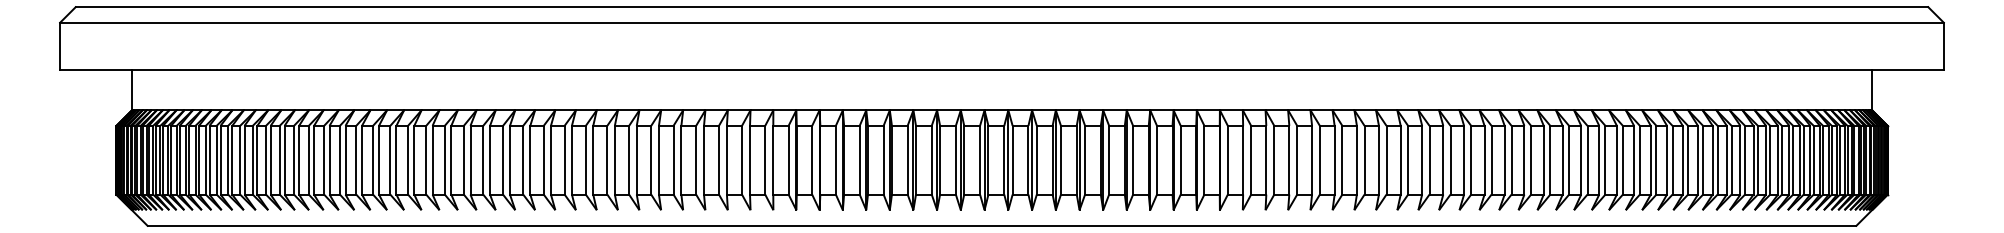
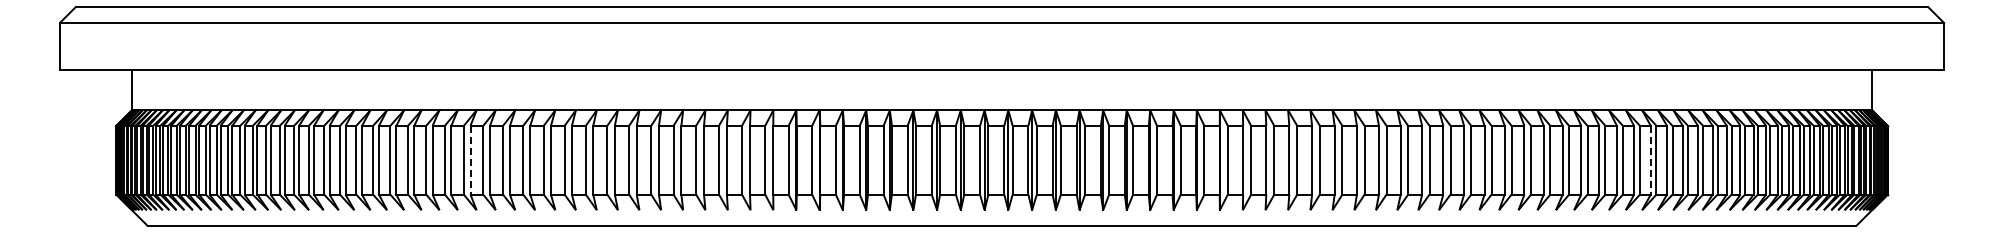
line at (470, 160): solid -> dashed
line at (1650, 160): solid -> dashed
